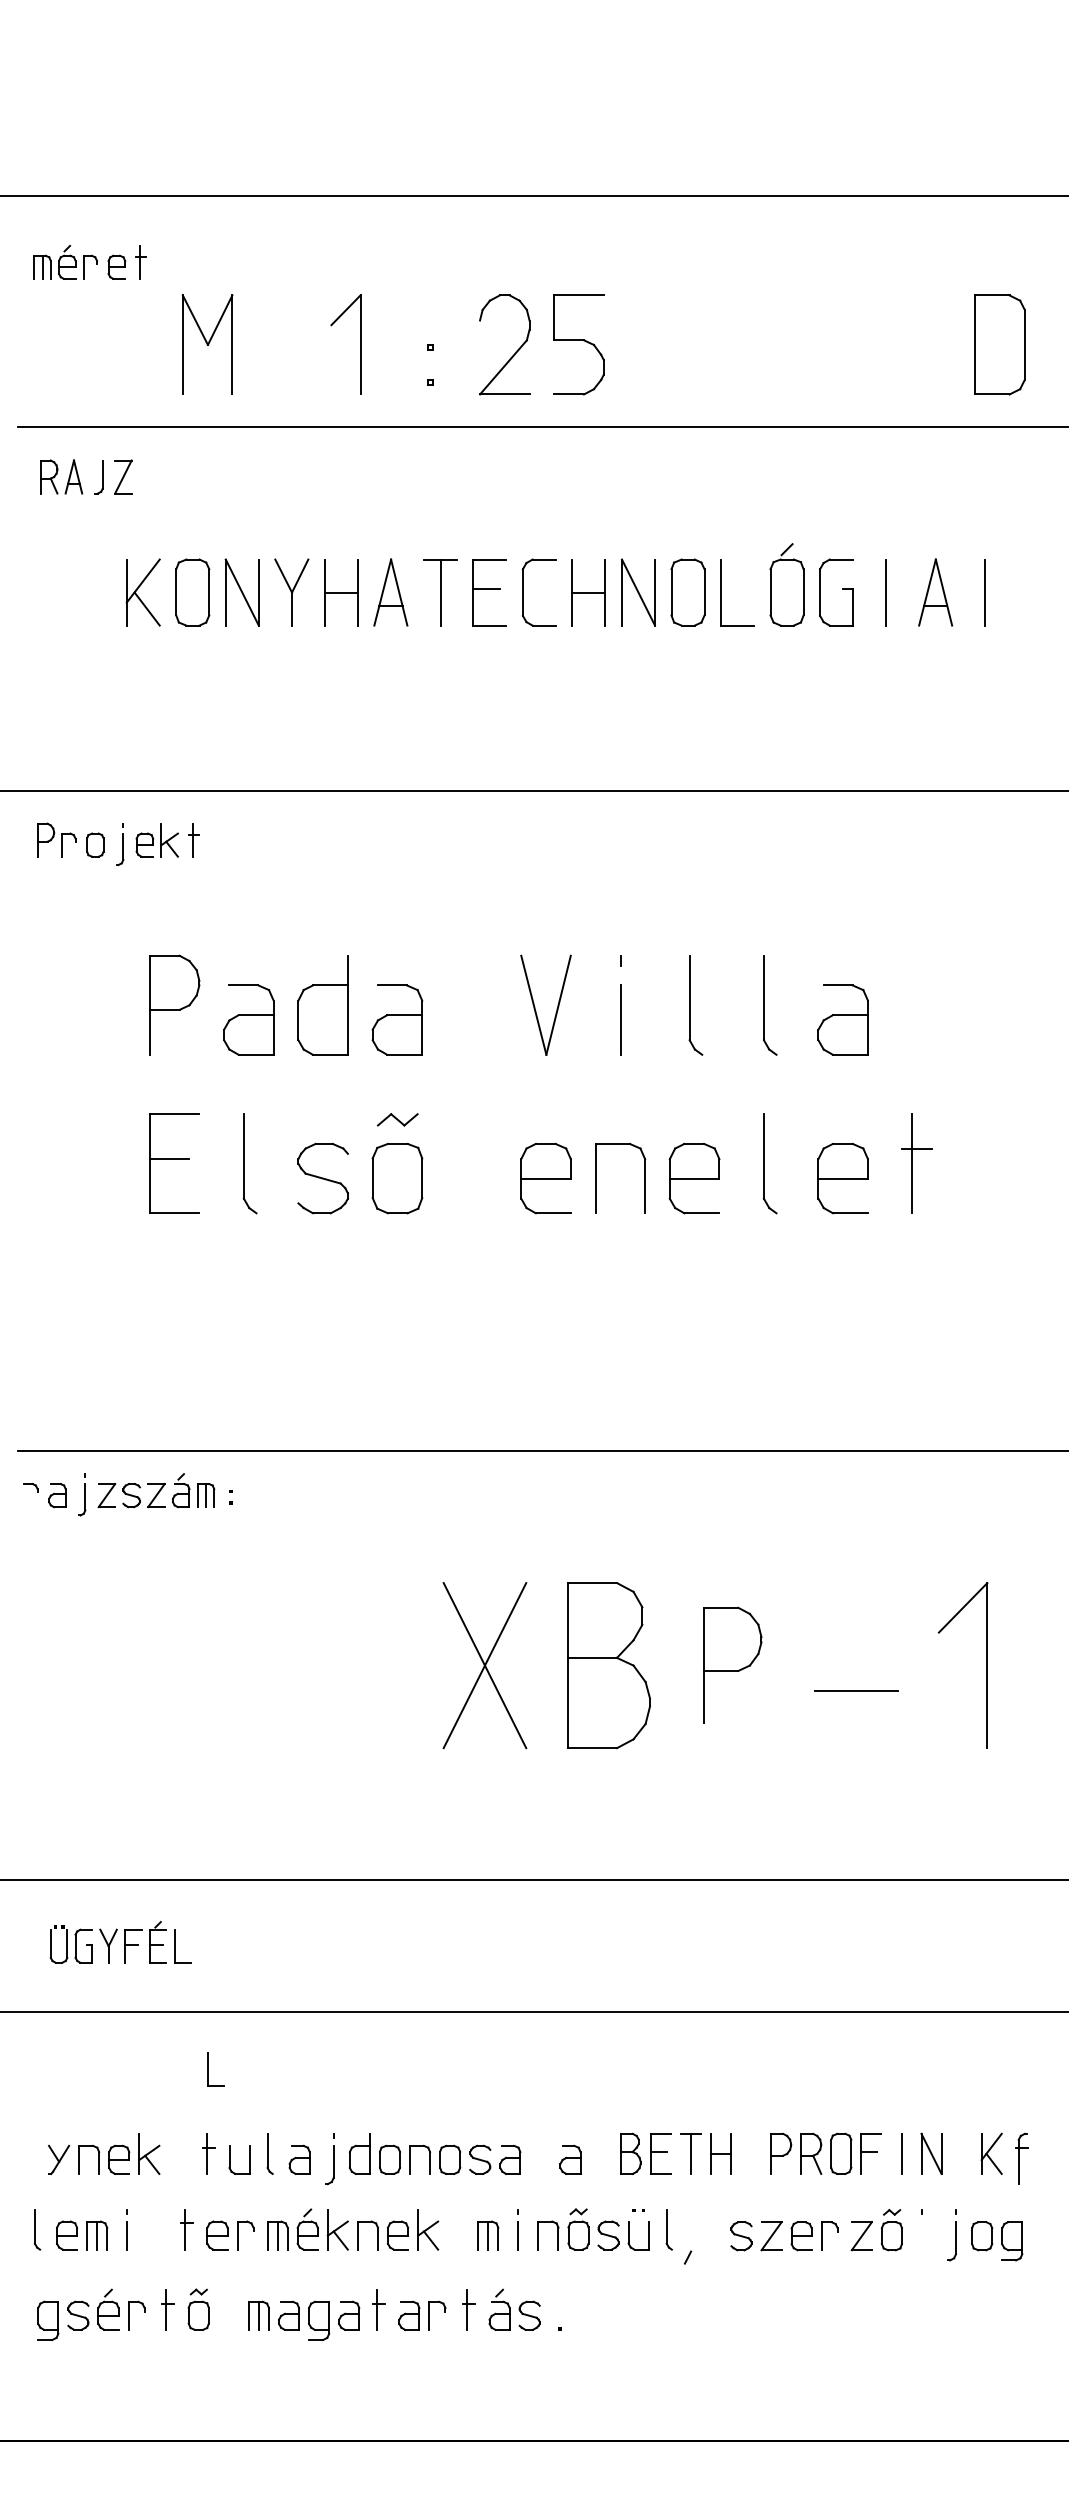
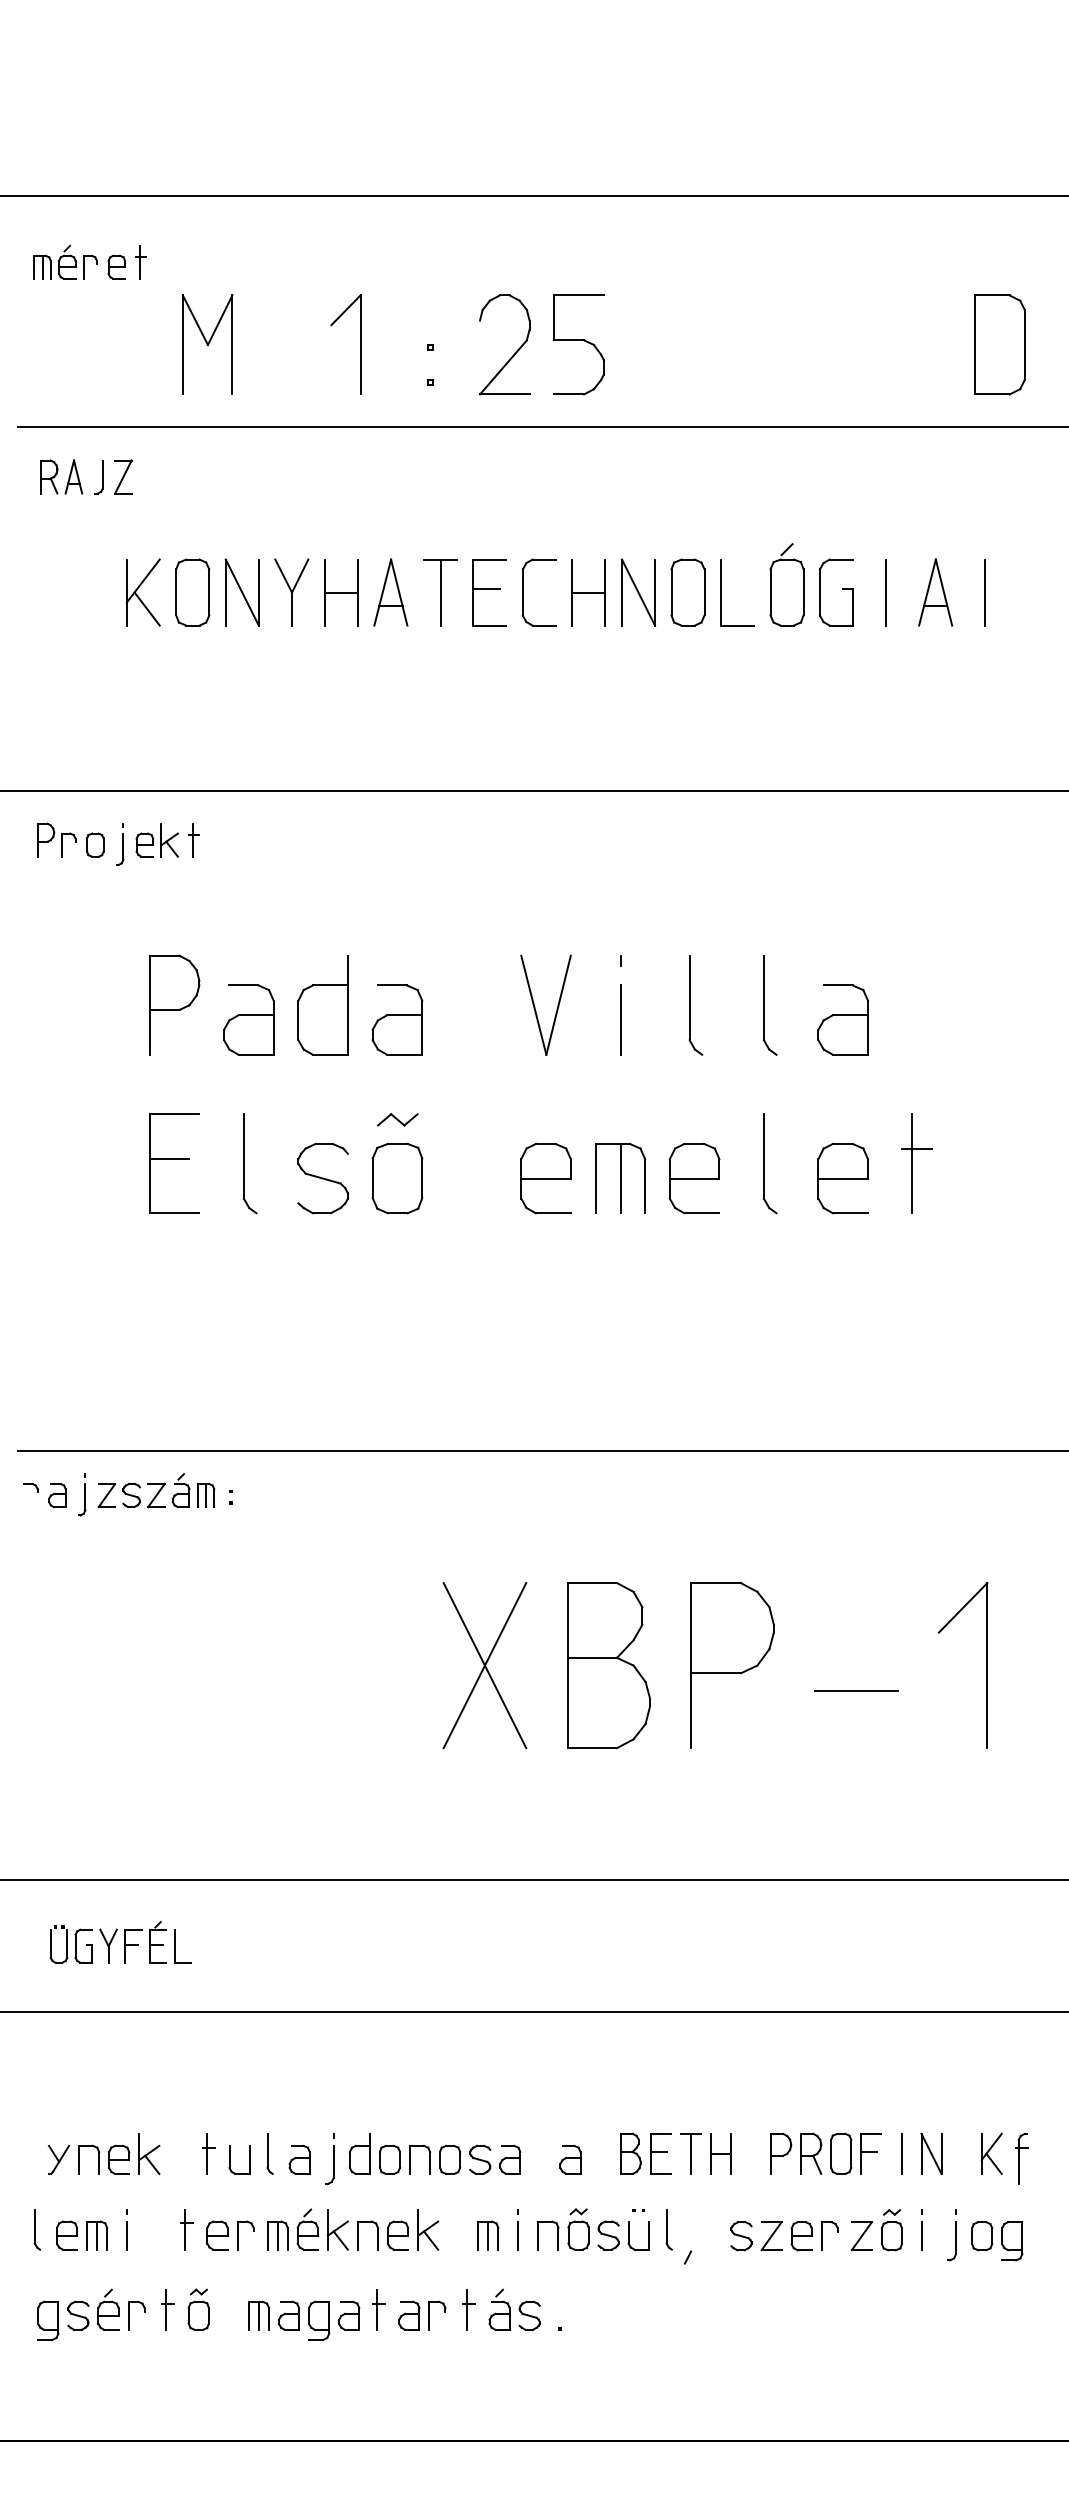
line at (620, 1178): none -> present
part at (732, 1664) size: 60x118 px -> 85x167 px
part at (208, 2069): present -> none
line at (922, 2236): none -> present
